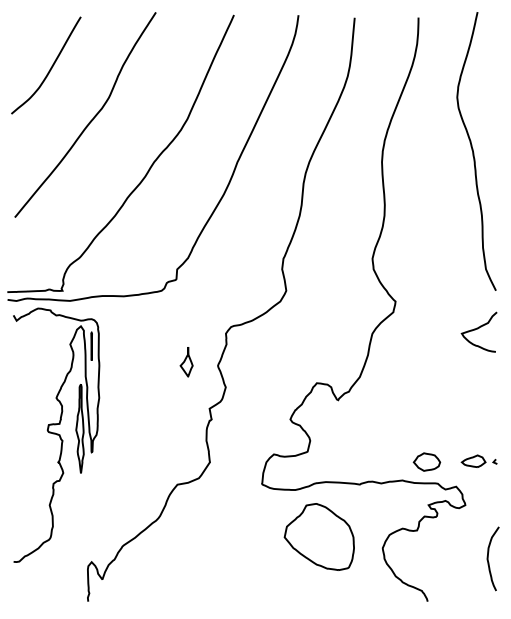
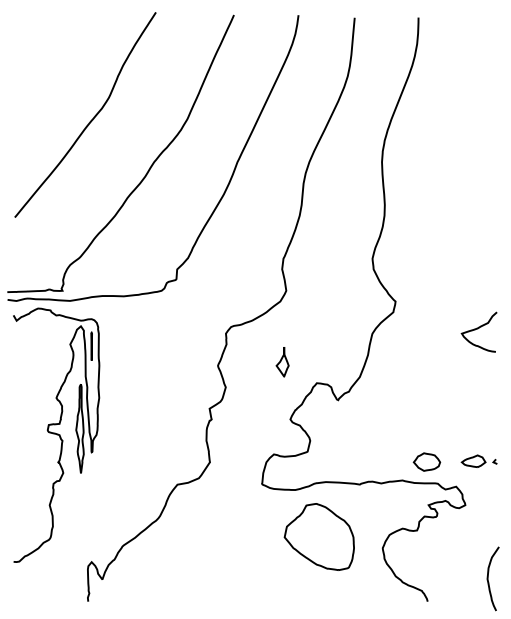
curve at (50, 67): present -> none
curve at (474, 152): present -> none
part at (186, 362) position: (186, 362) -> (282, 362)
curve at (488, 558) position: (488, 558) -> (488, 578)
